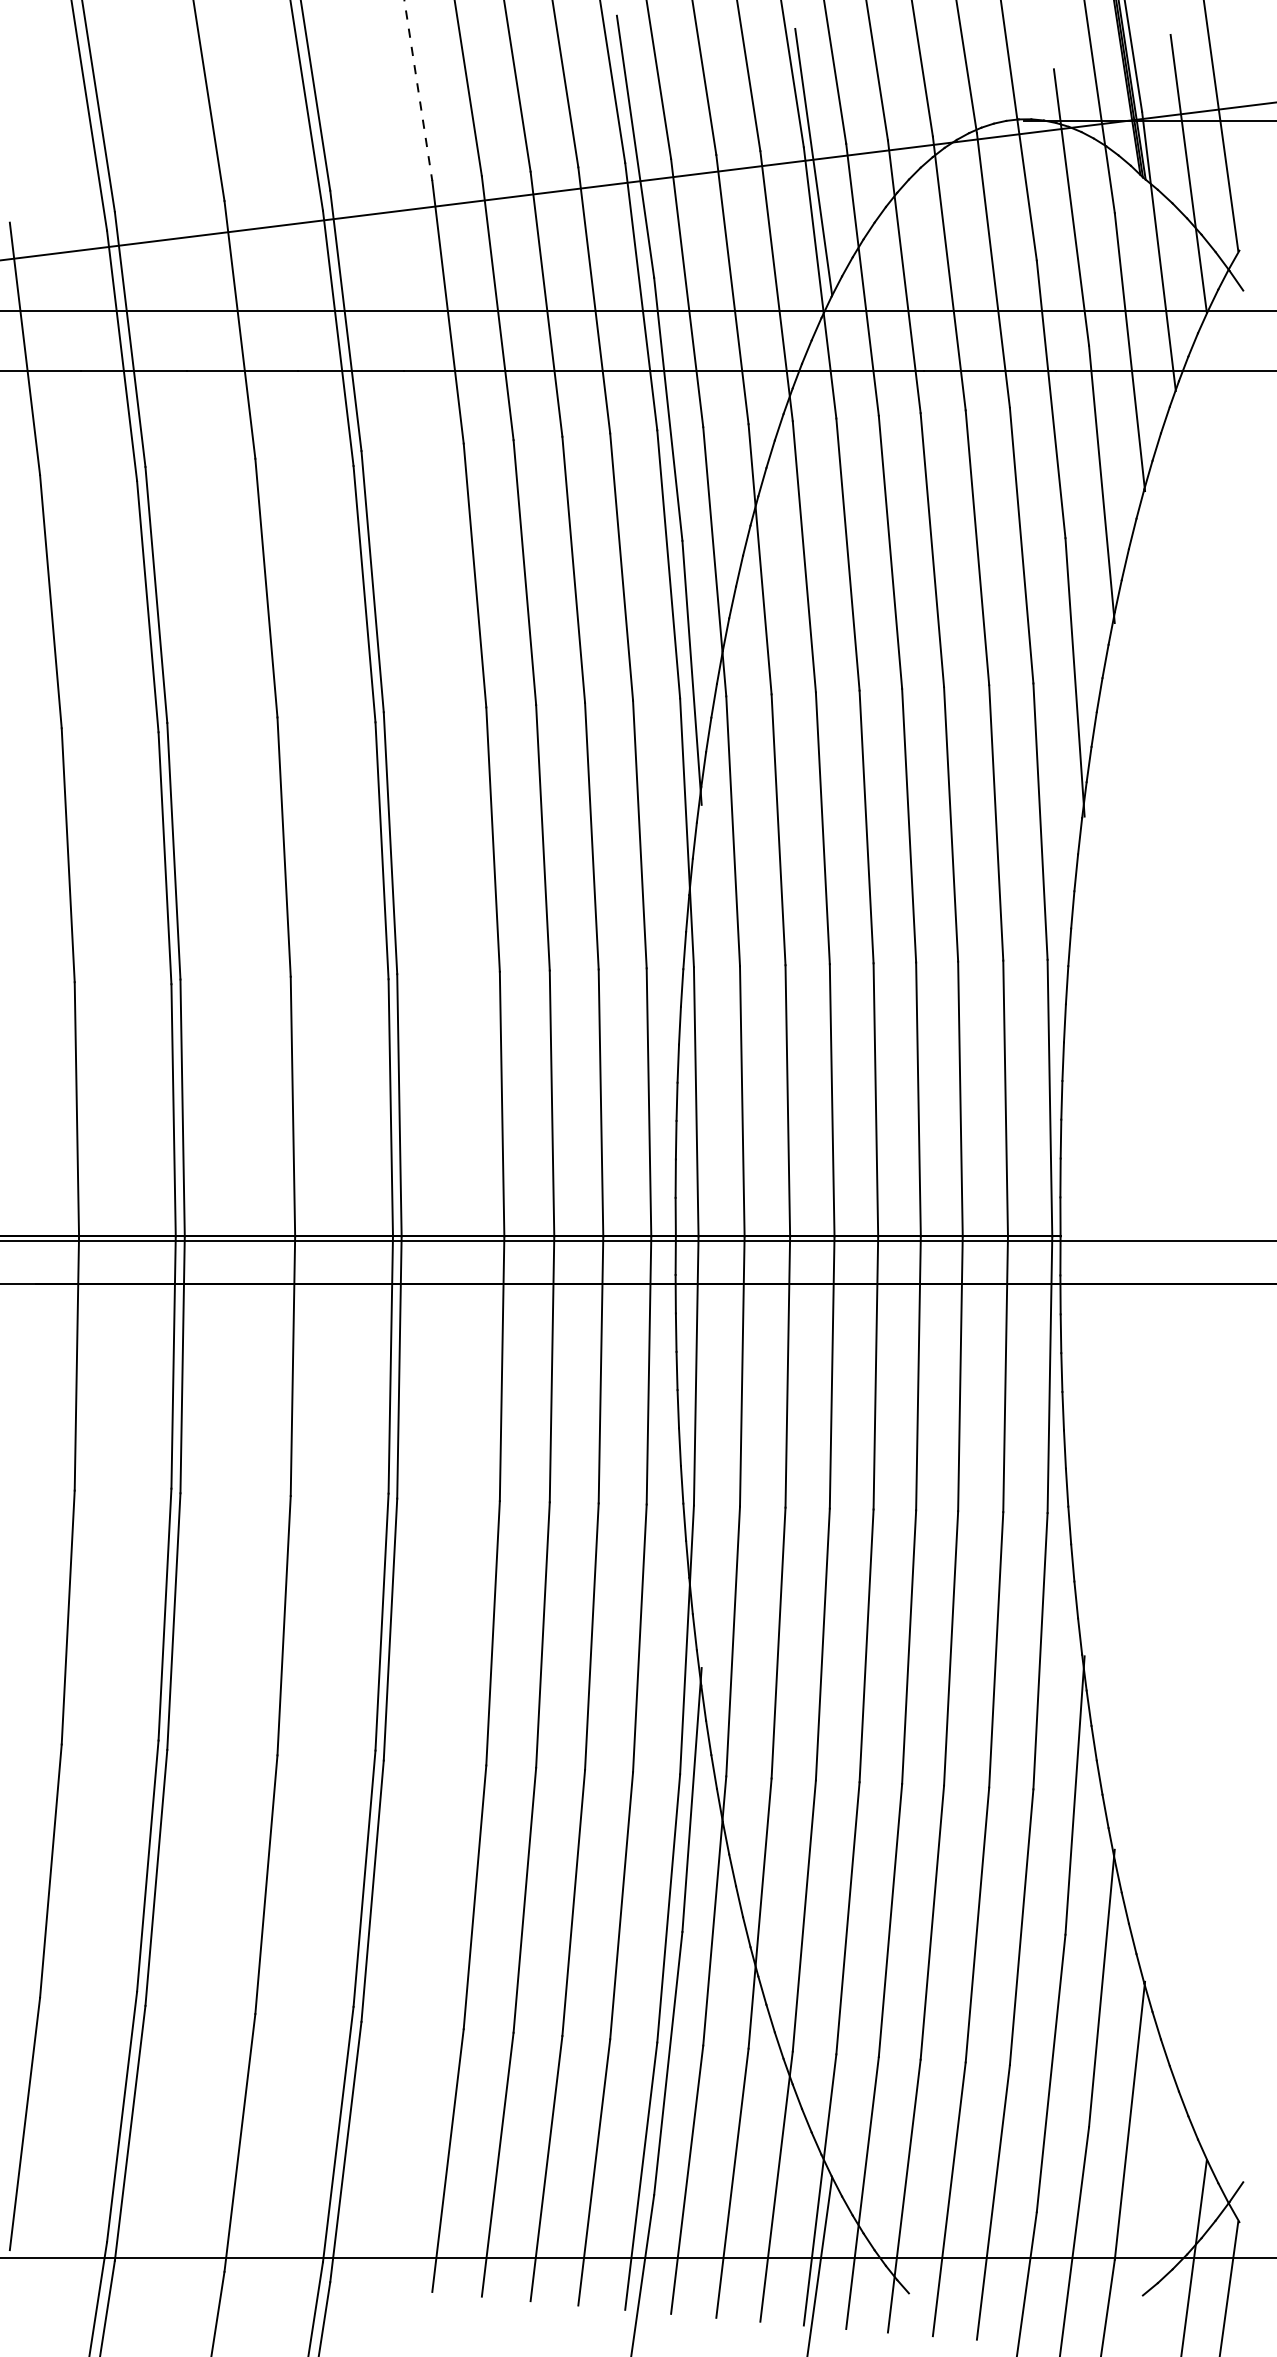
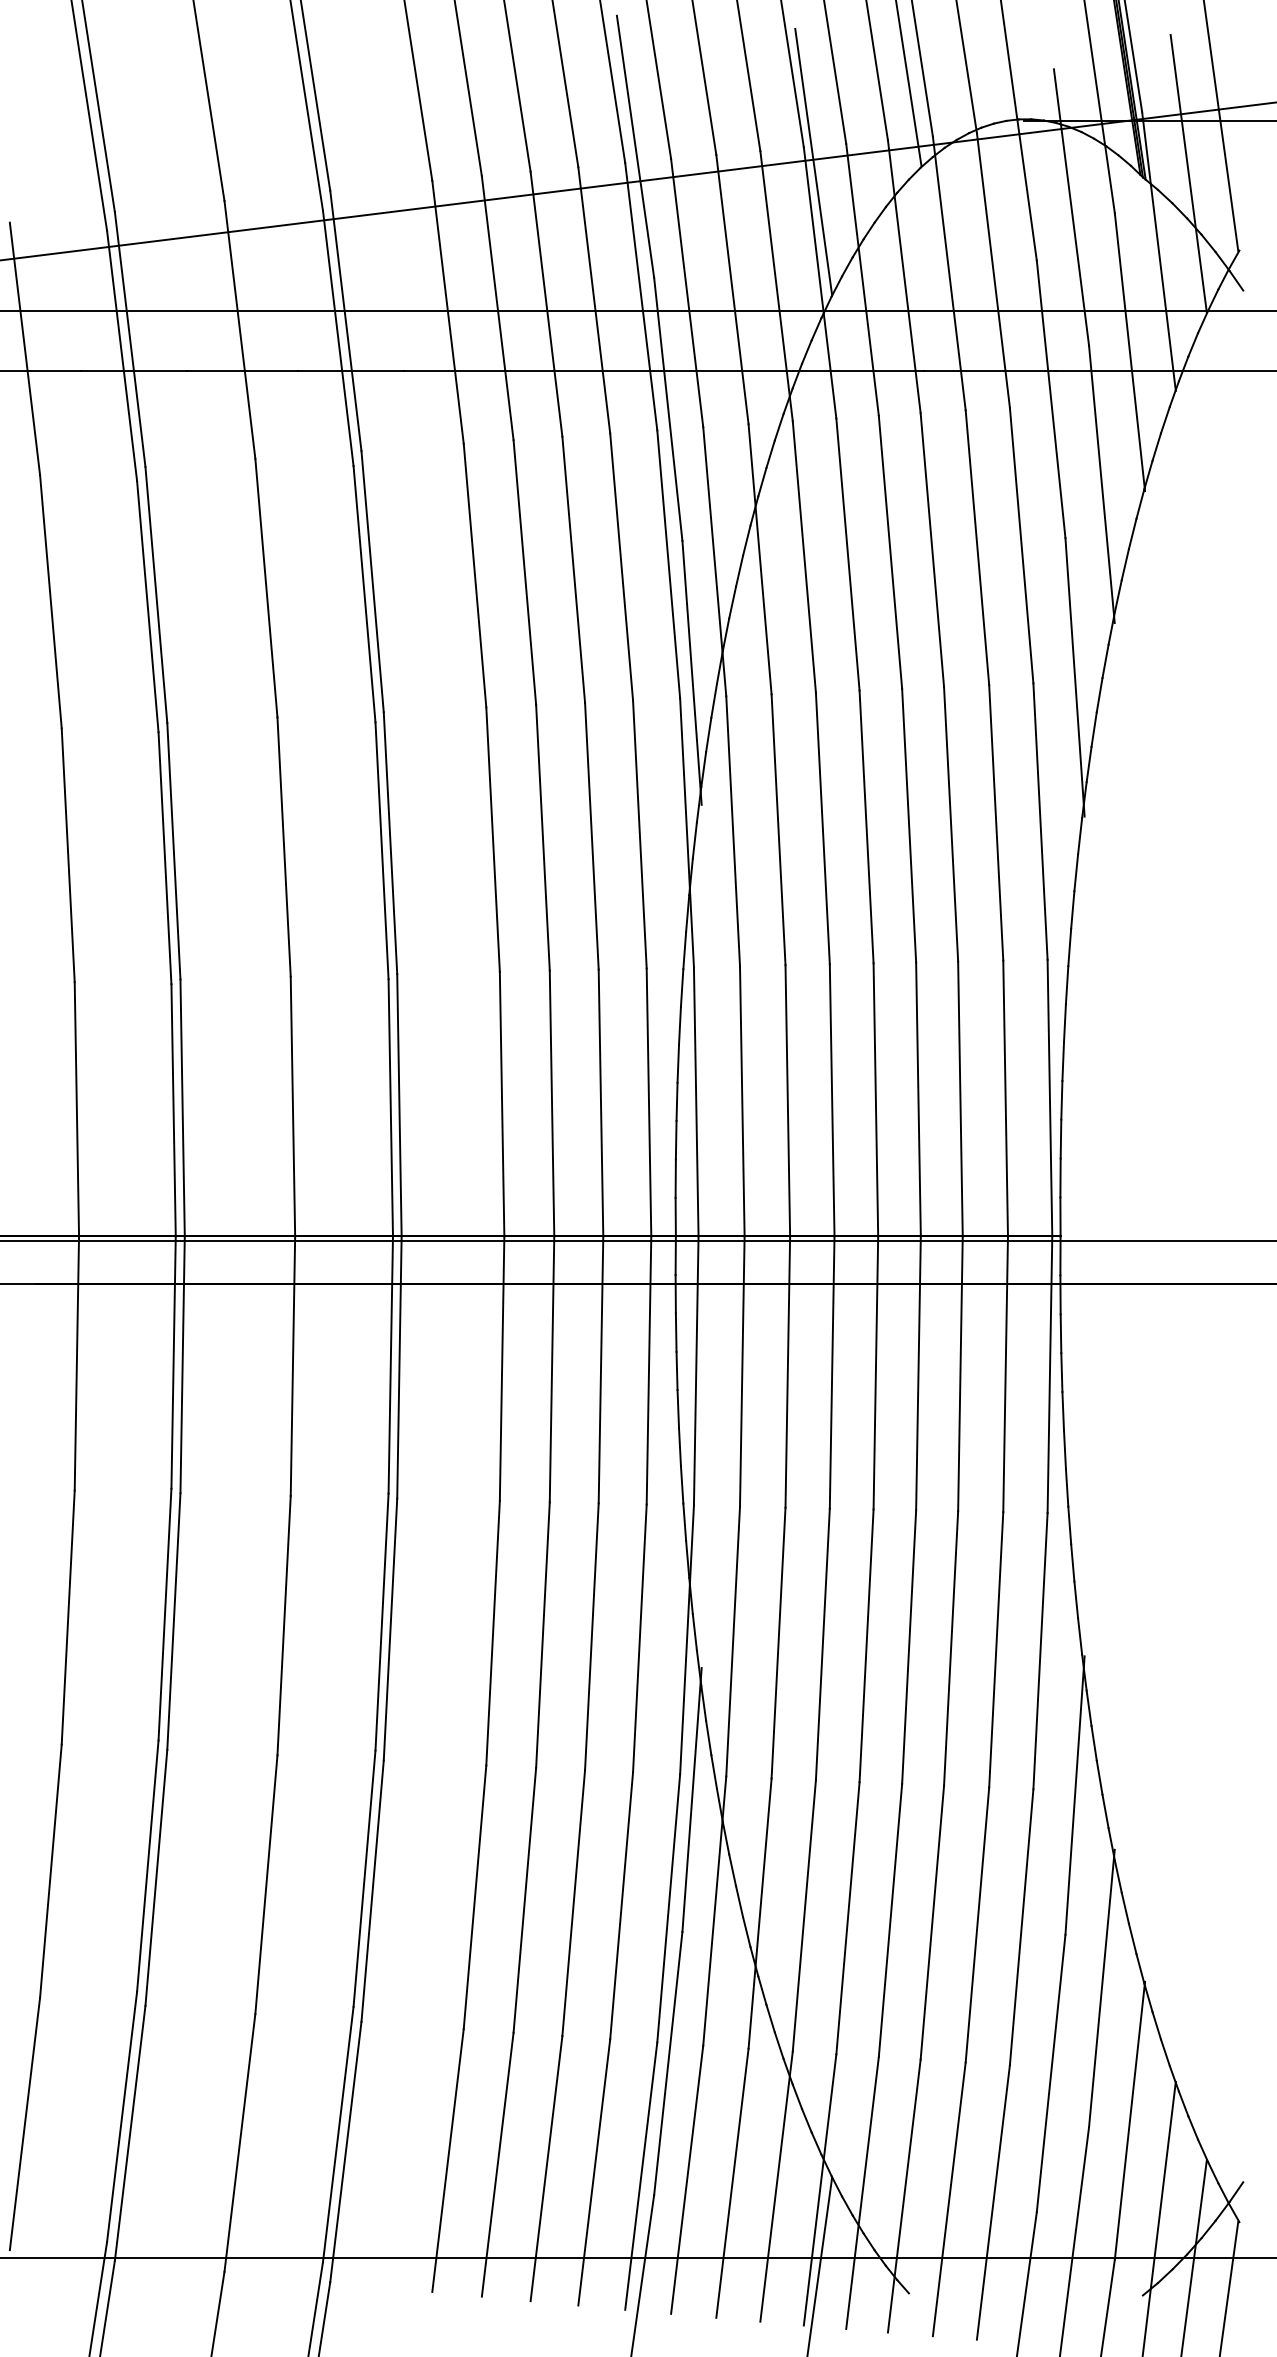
line at (908, 83): none -> present
line at (418, 91): dashed -> solid
line at (1159, 2217): none -> present
